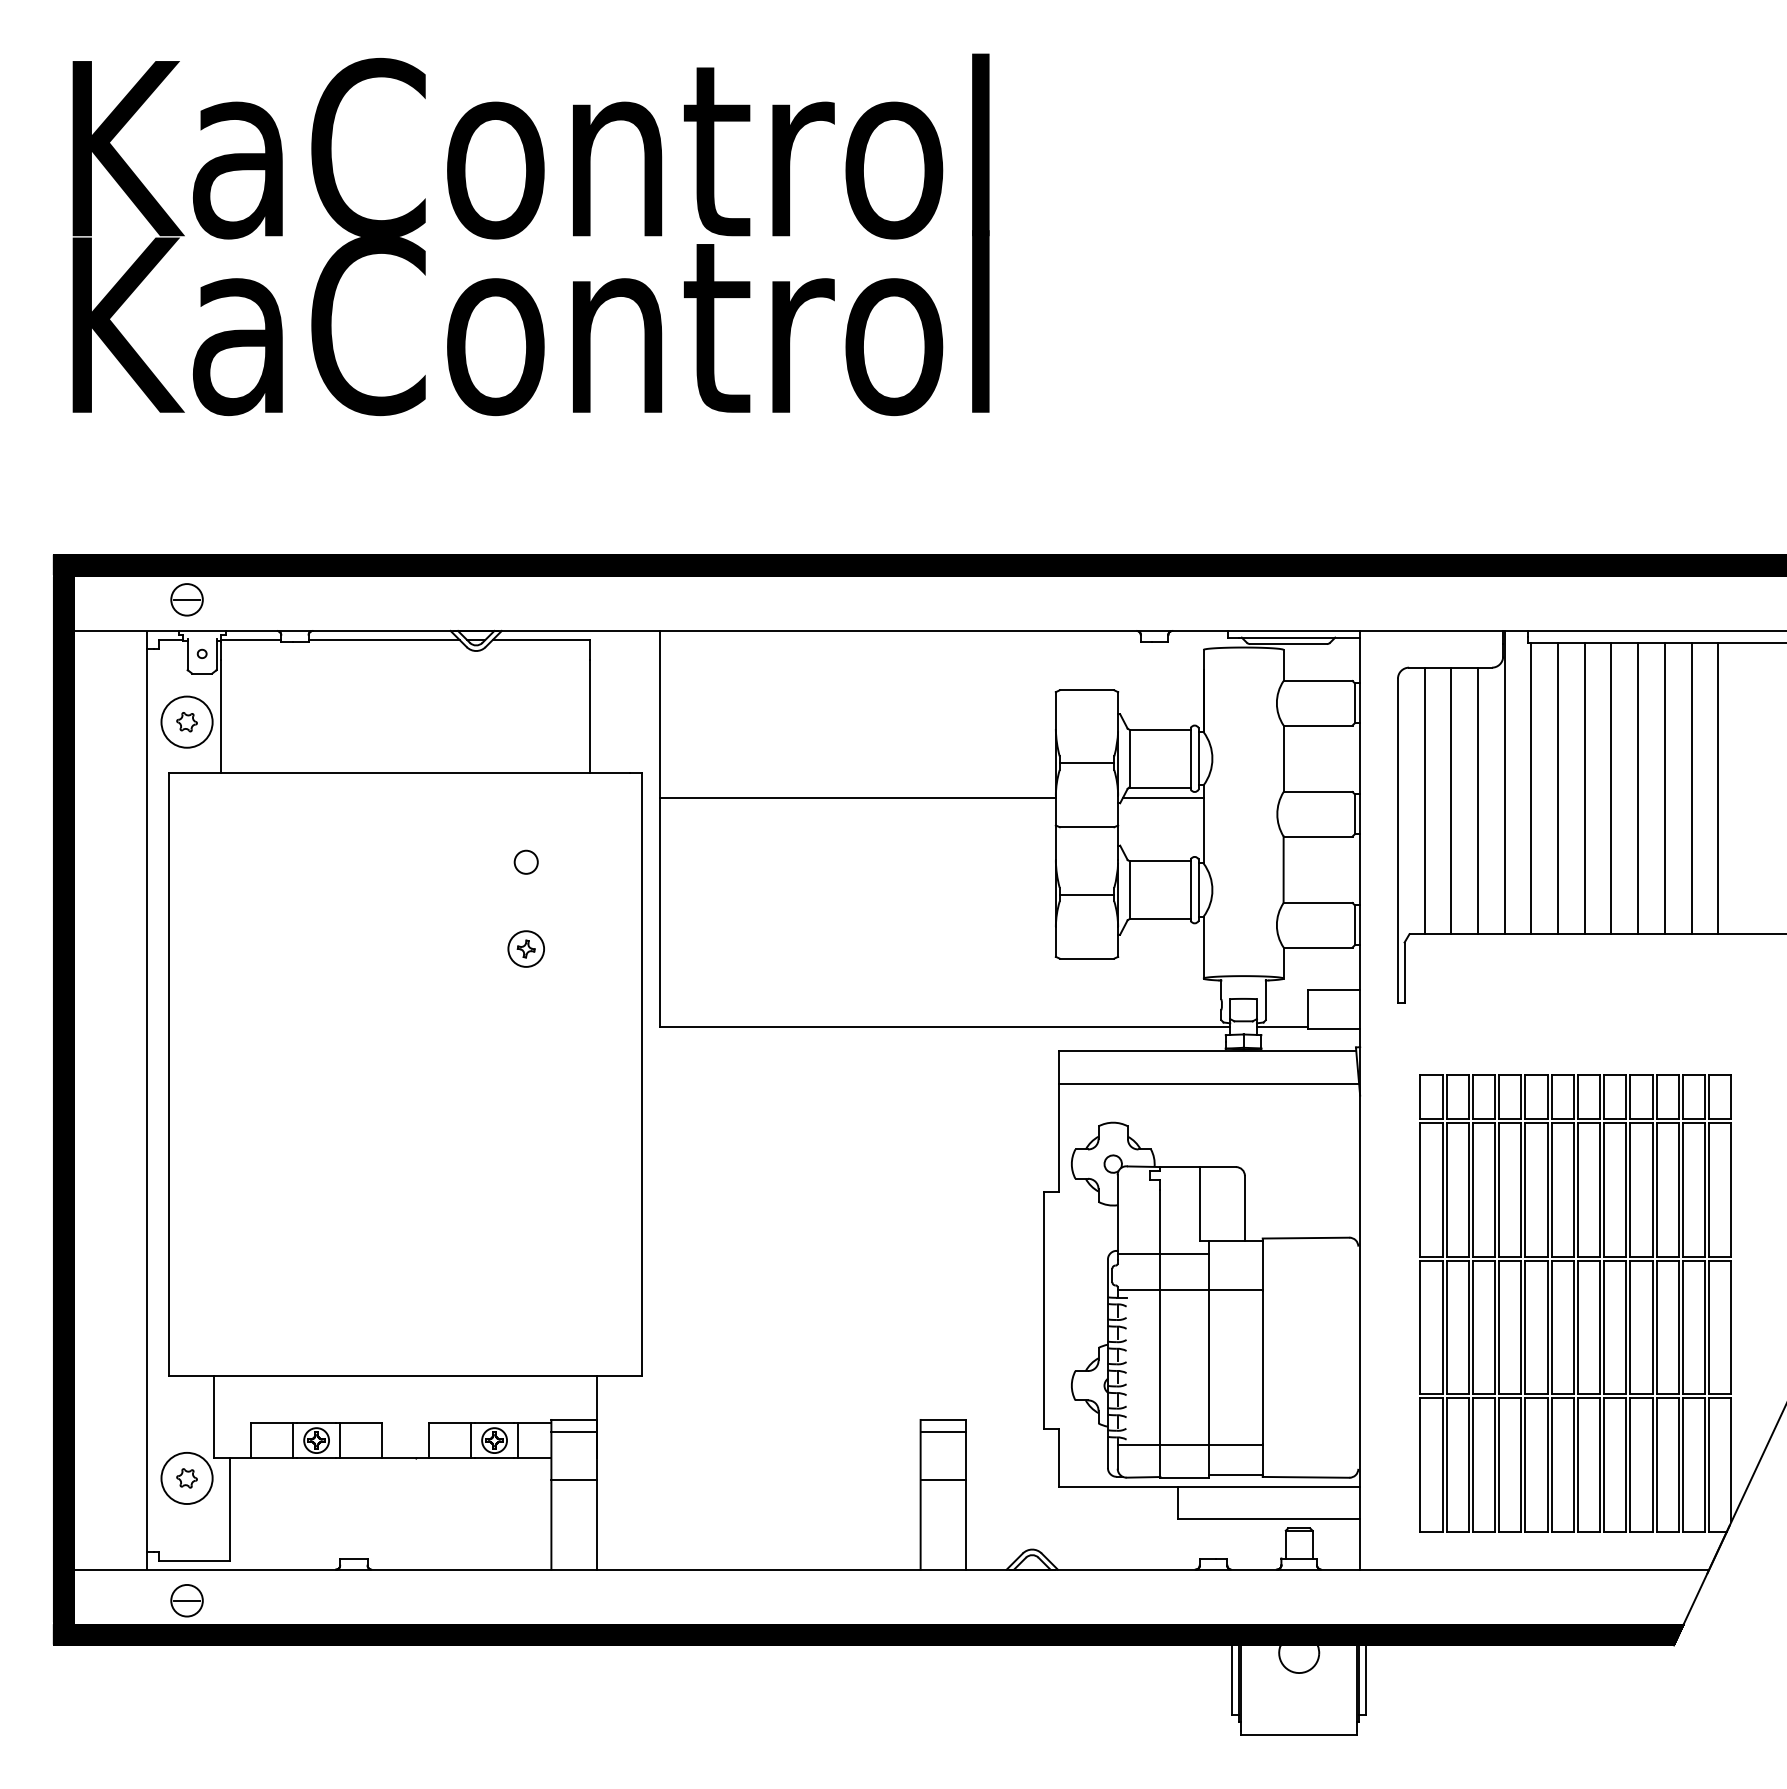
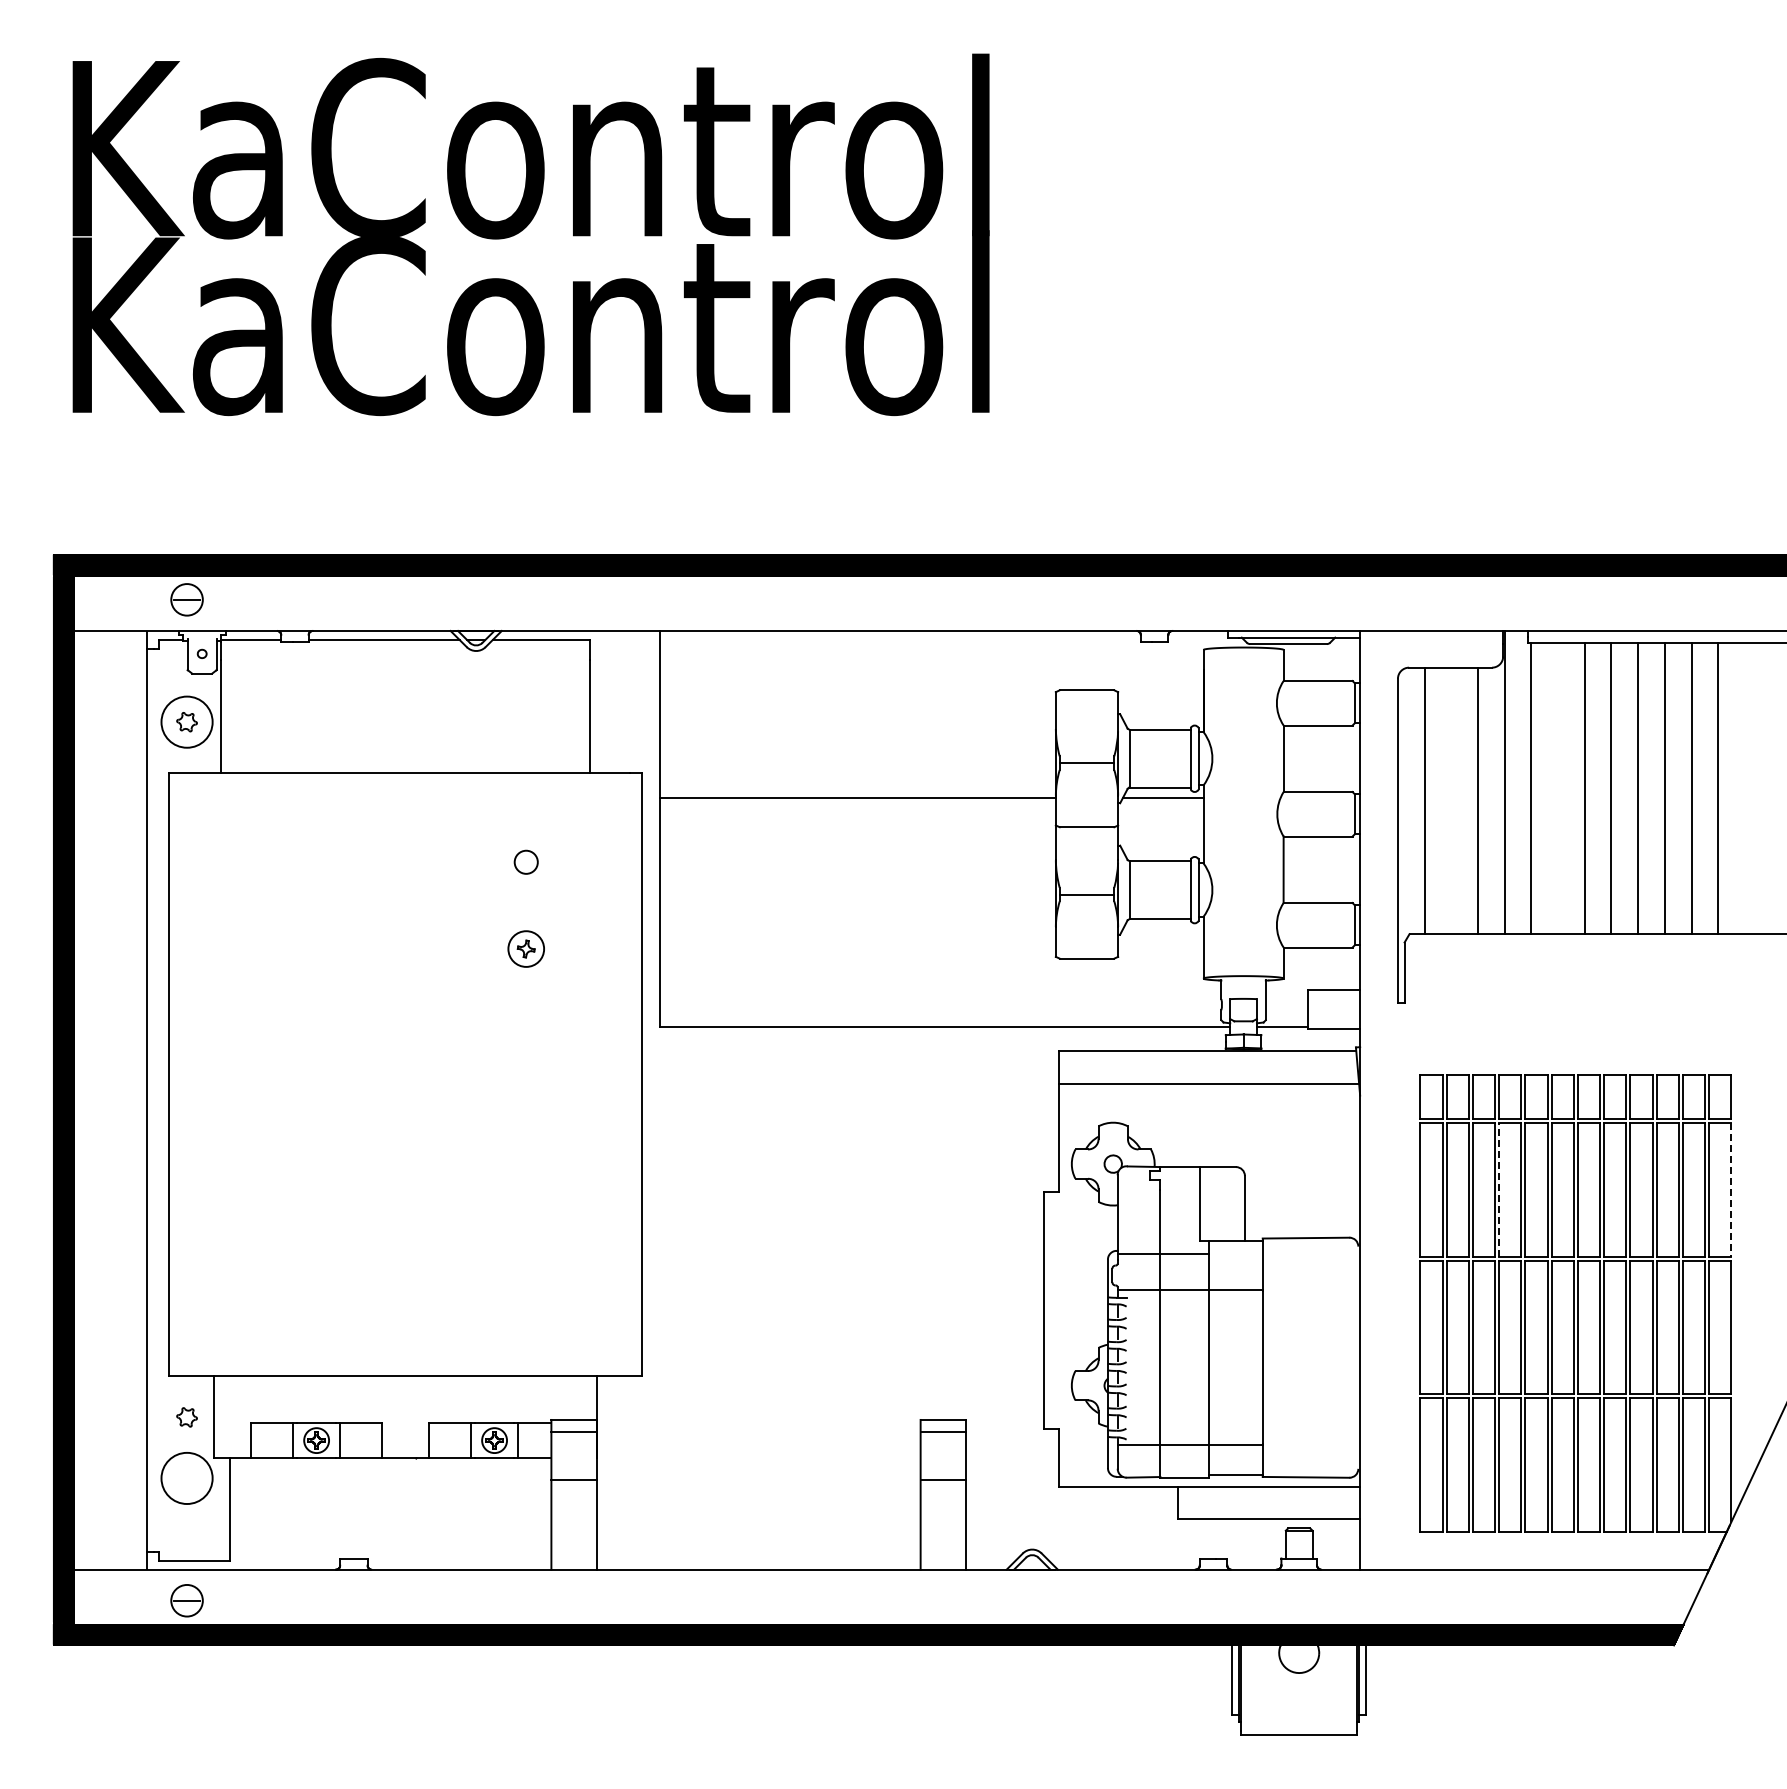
line at (1558, 788): present -> none
line at (1451, 800): present -> none
line at (1499, 1190): solid -> dashed
line at (1731, 1190): solid -> dashed
part at (186, 1478) position: (186, 1478) -> (186, 1417)
